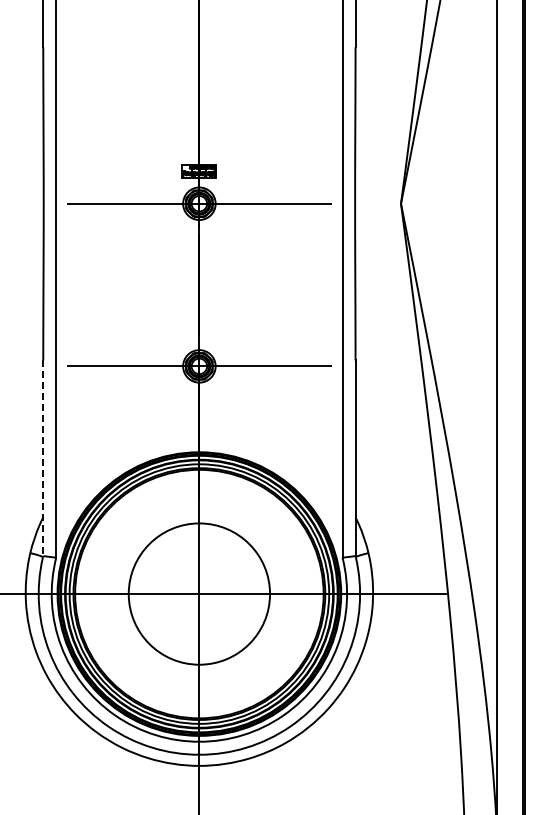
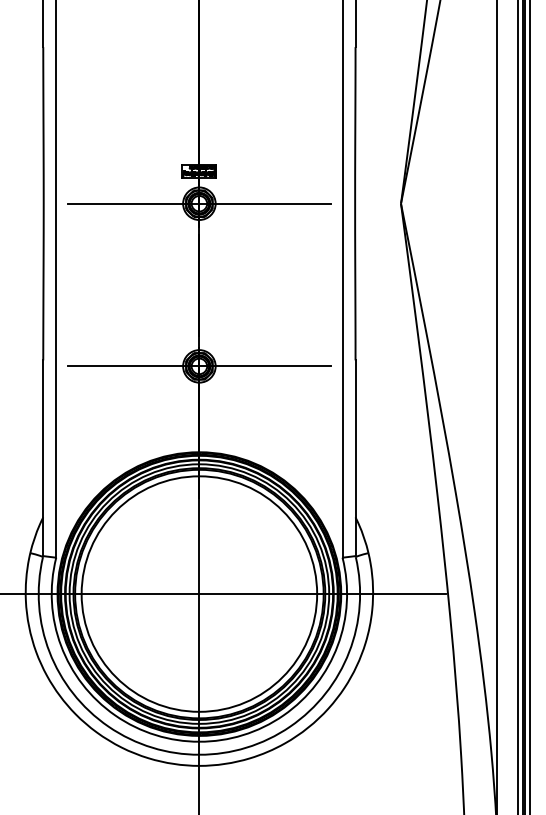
line at (518, 406): none -> present
line at (529, 406): none -> present
line at (43, 458): dashed -> solid
circle at (199, 593) diameter: 141 px -> 236 px
